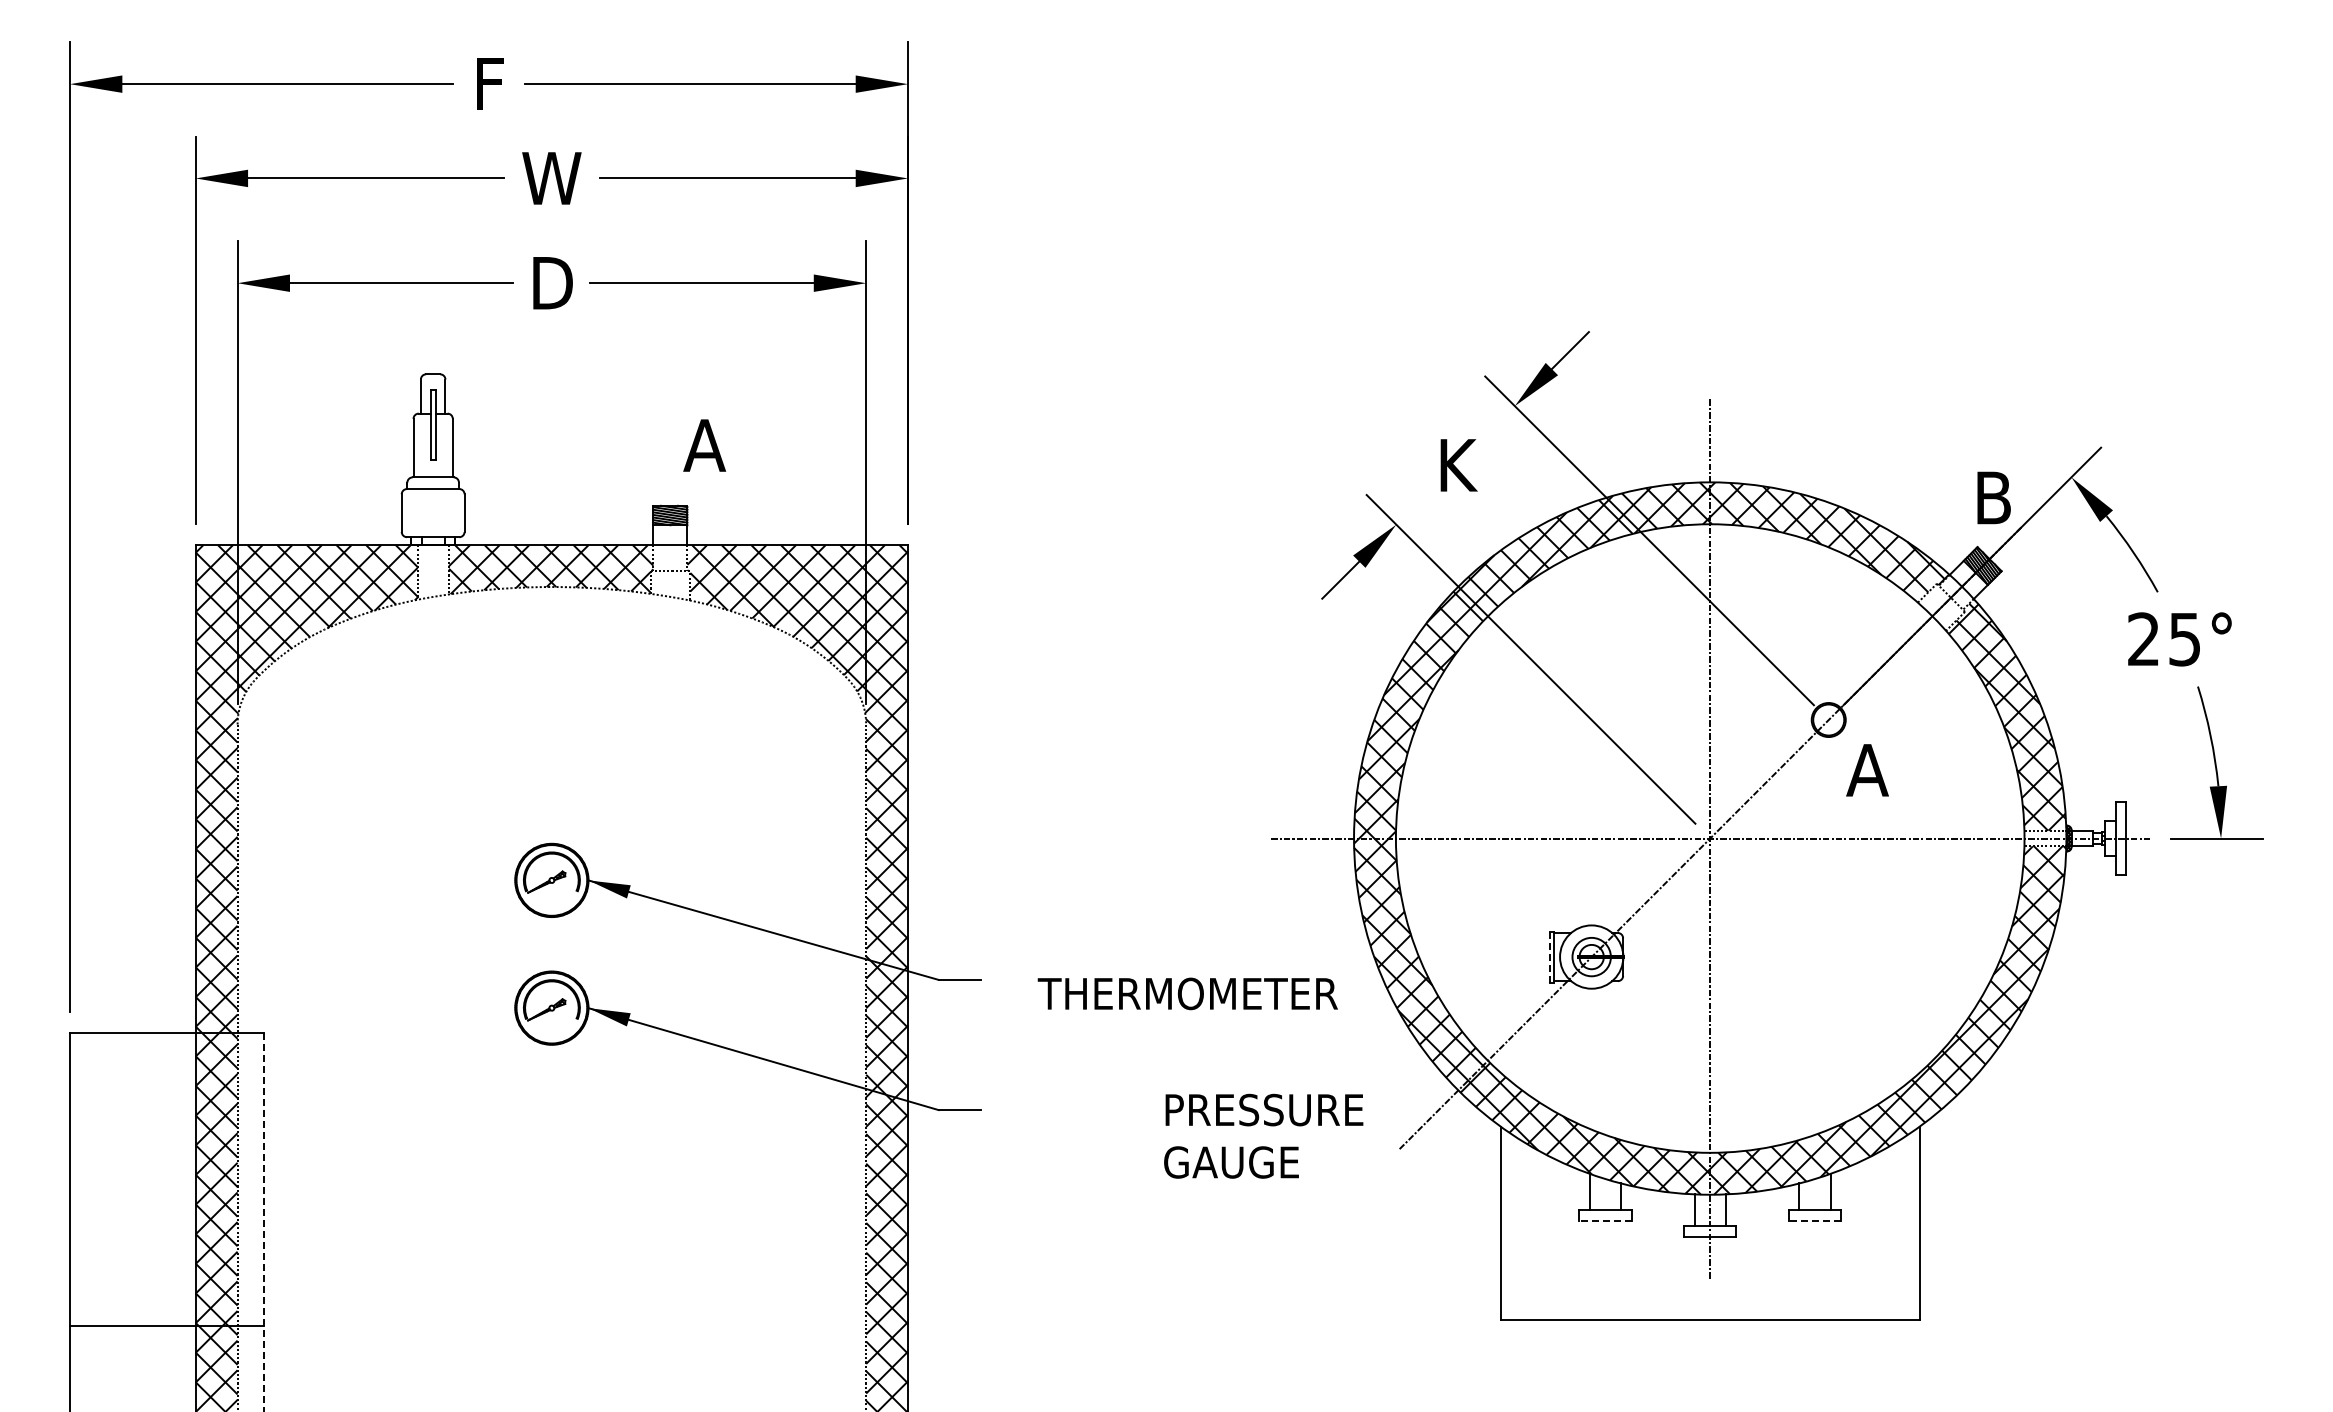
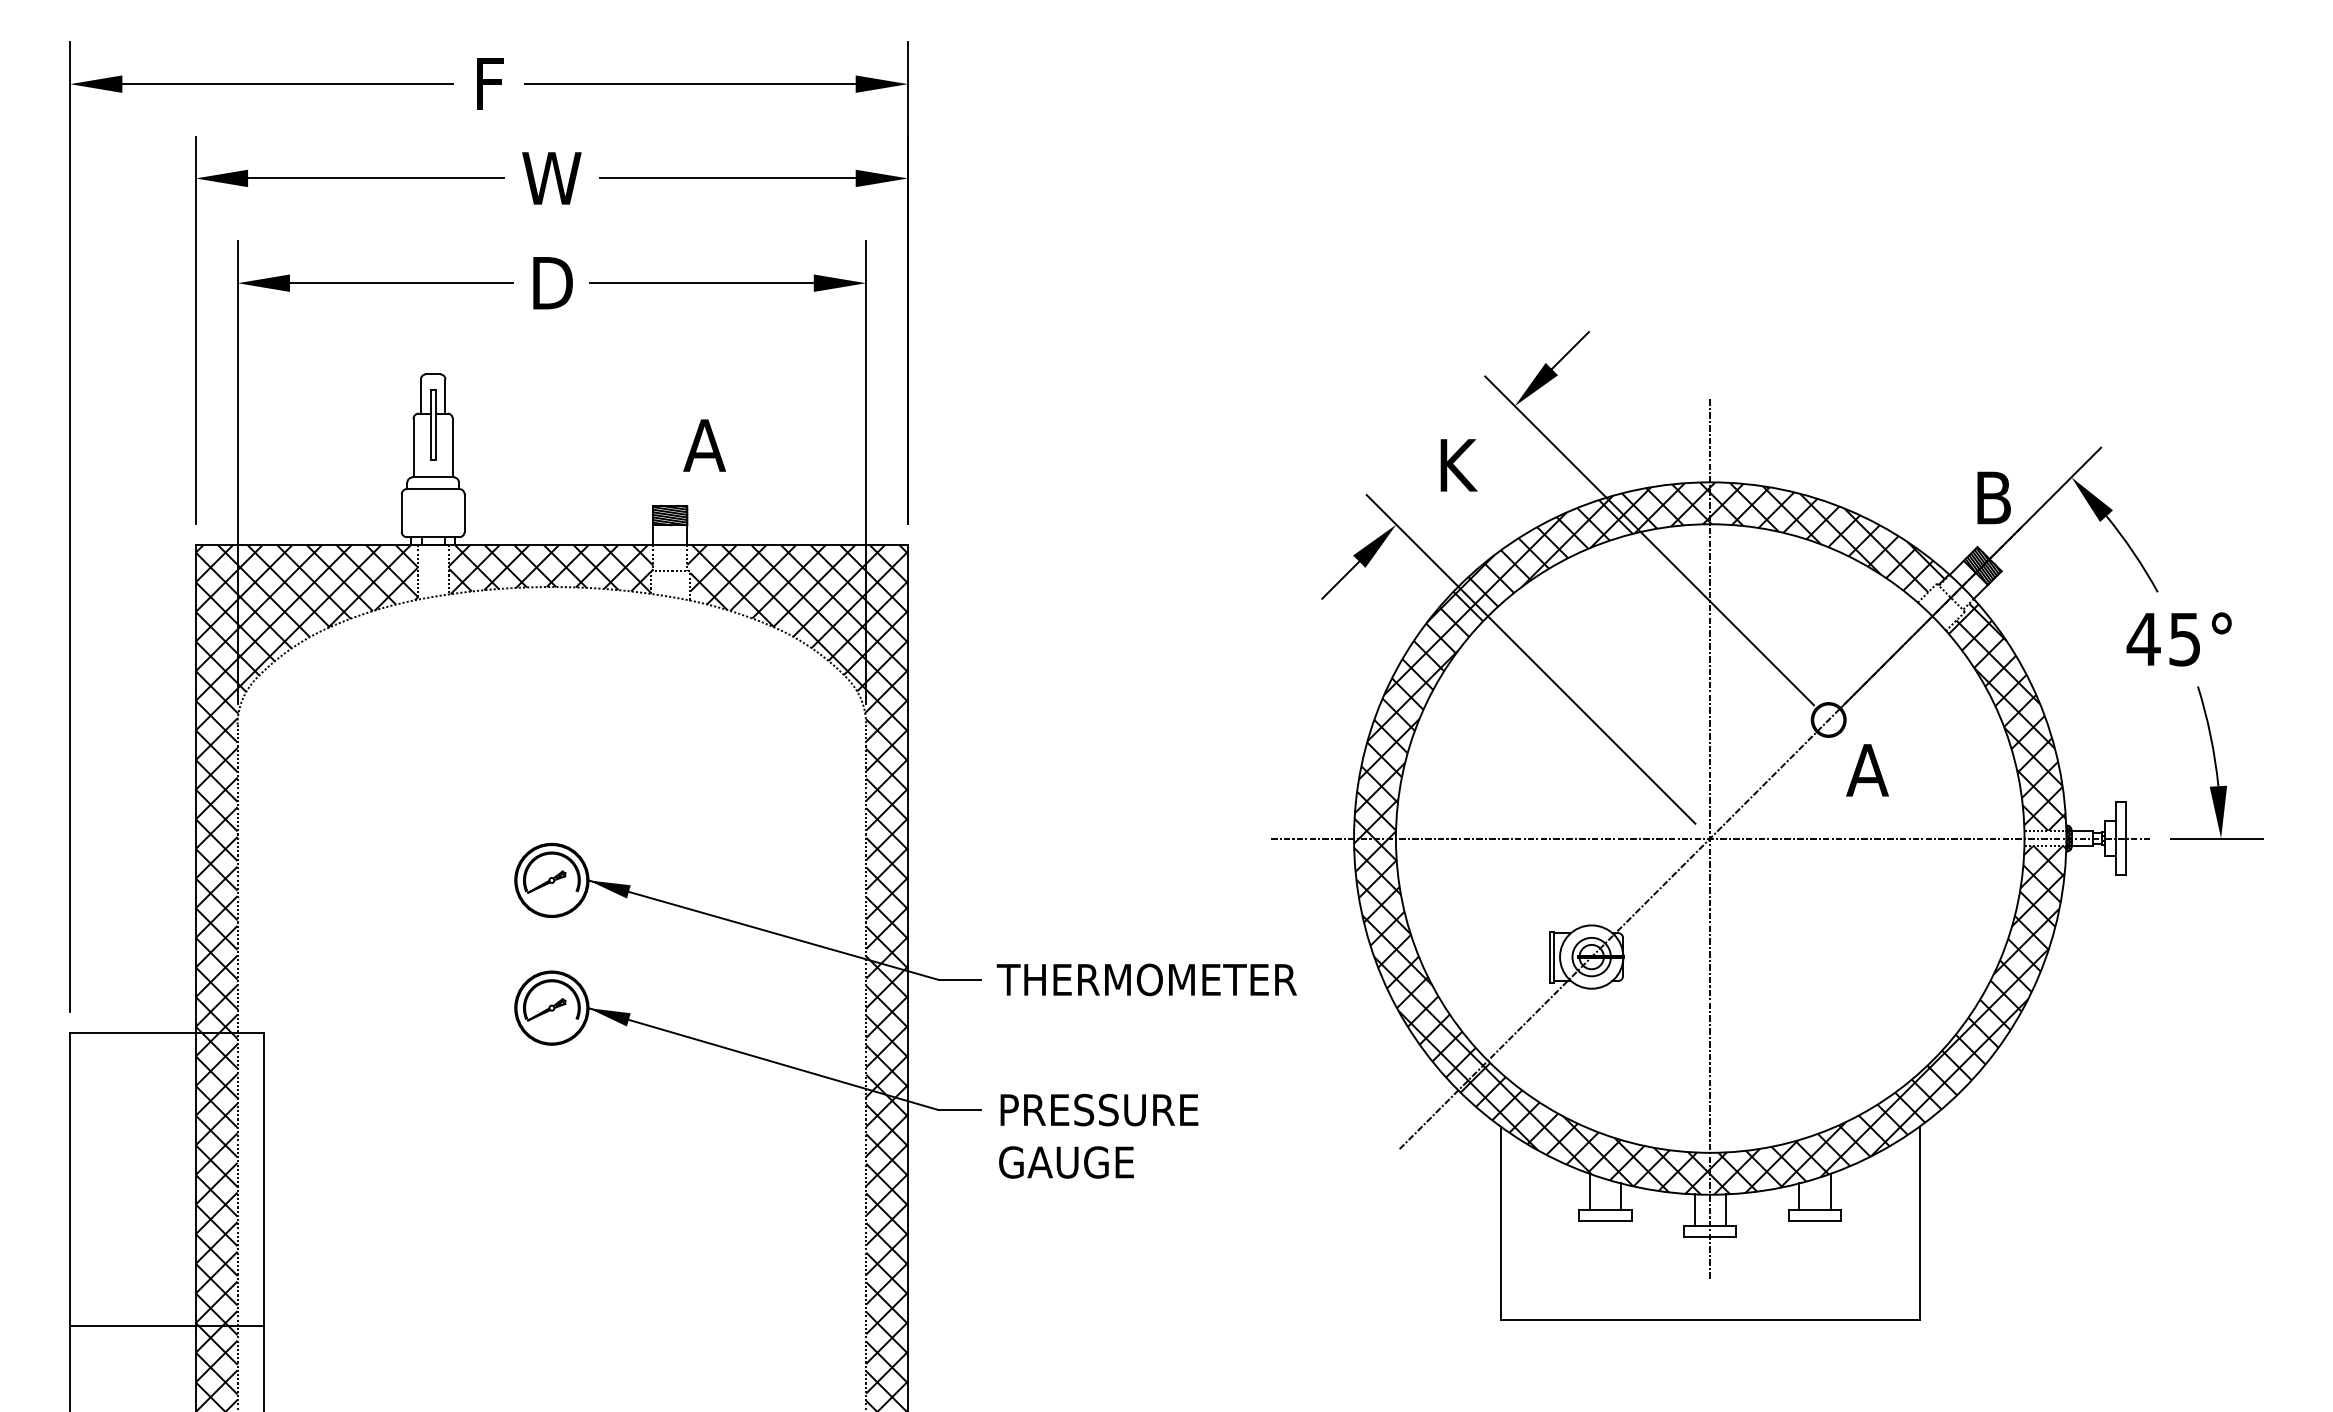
text at (2143, 638): 25° -> 45°
line at (1549, 957): dashed -> solid
text at (1187, 993) position: (1187, 993) -> (1146, 979)
text at (1263, 1135) position: (1263, 1135) -> (1098, 1135)
line at (1604, 1220): dashed -> solid
line at (1814, 1220): dashed -> solid
line at (263, 1222): dashed -> solid
